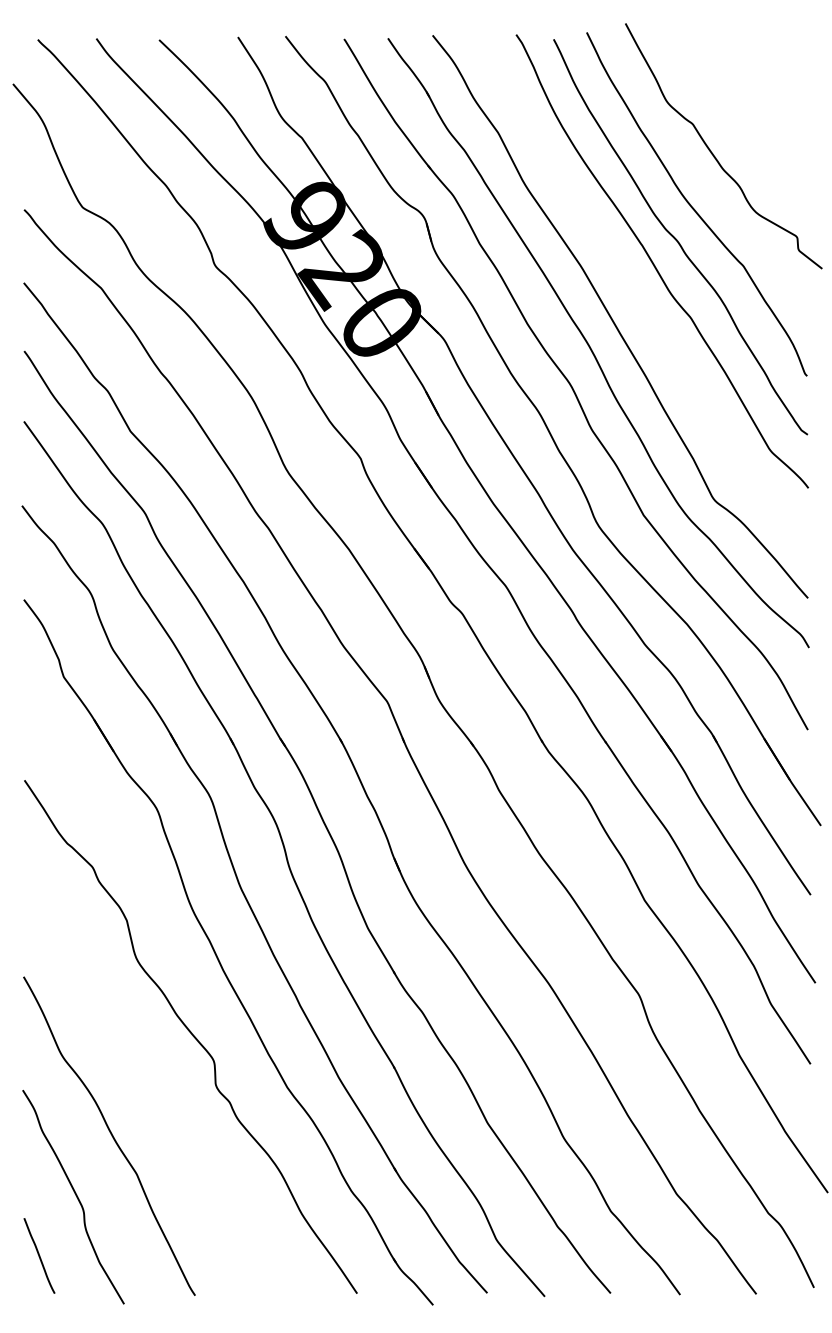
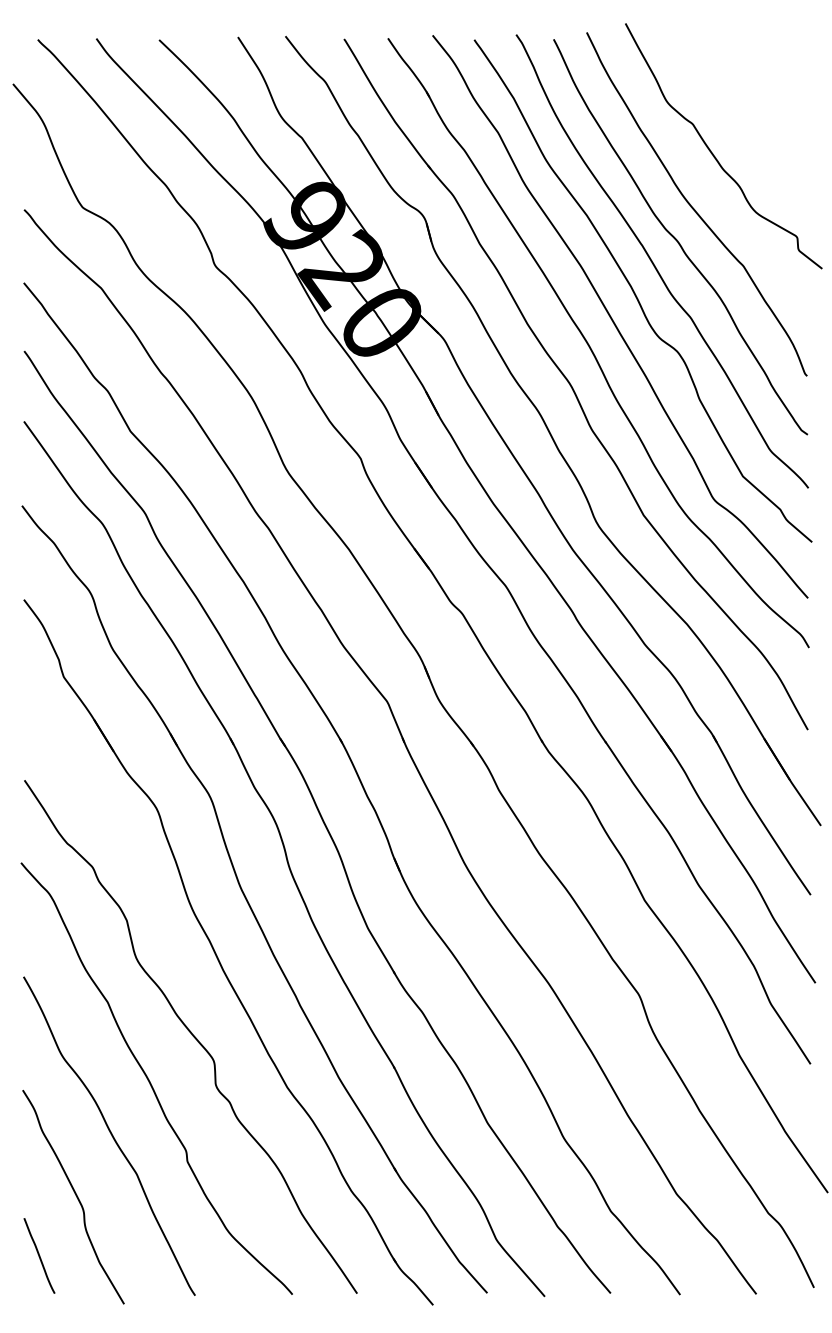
curve at (636, 294): none -> present
curve at (150, 1081): none -> present
